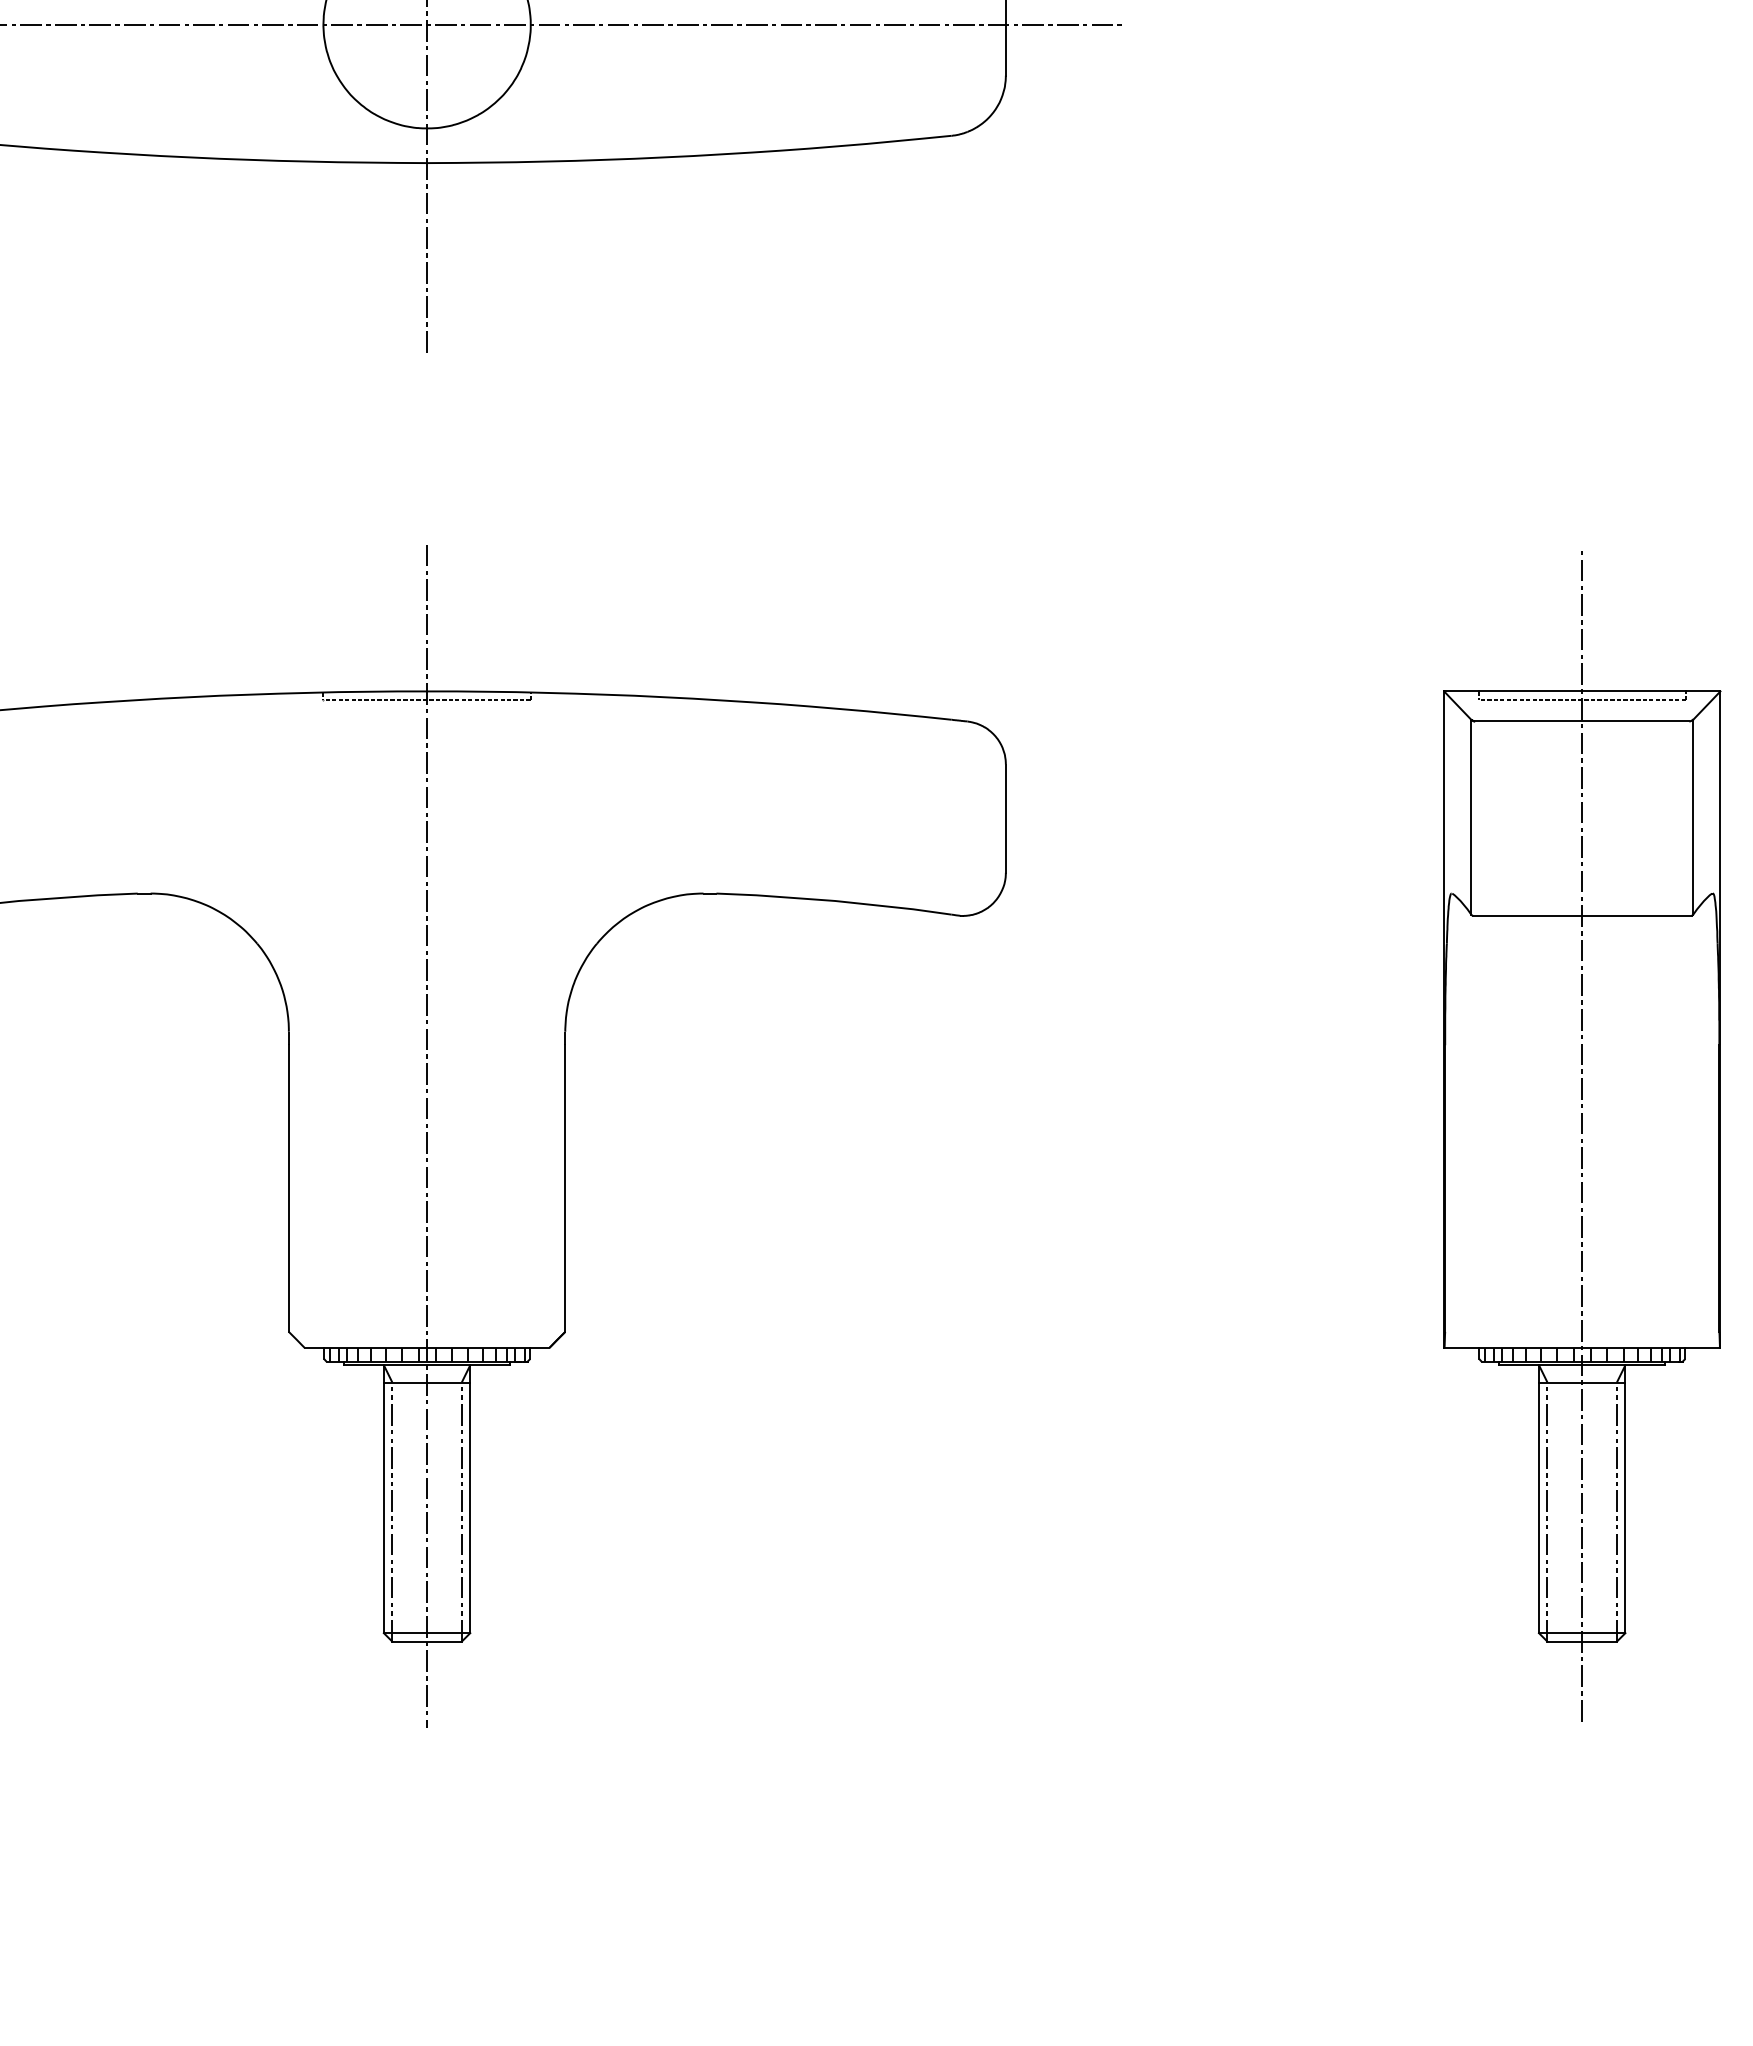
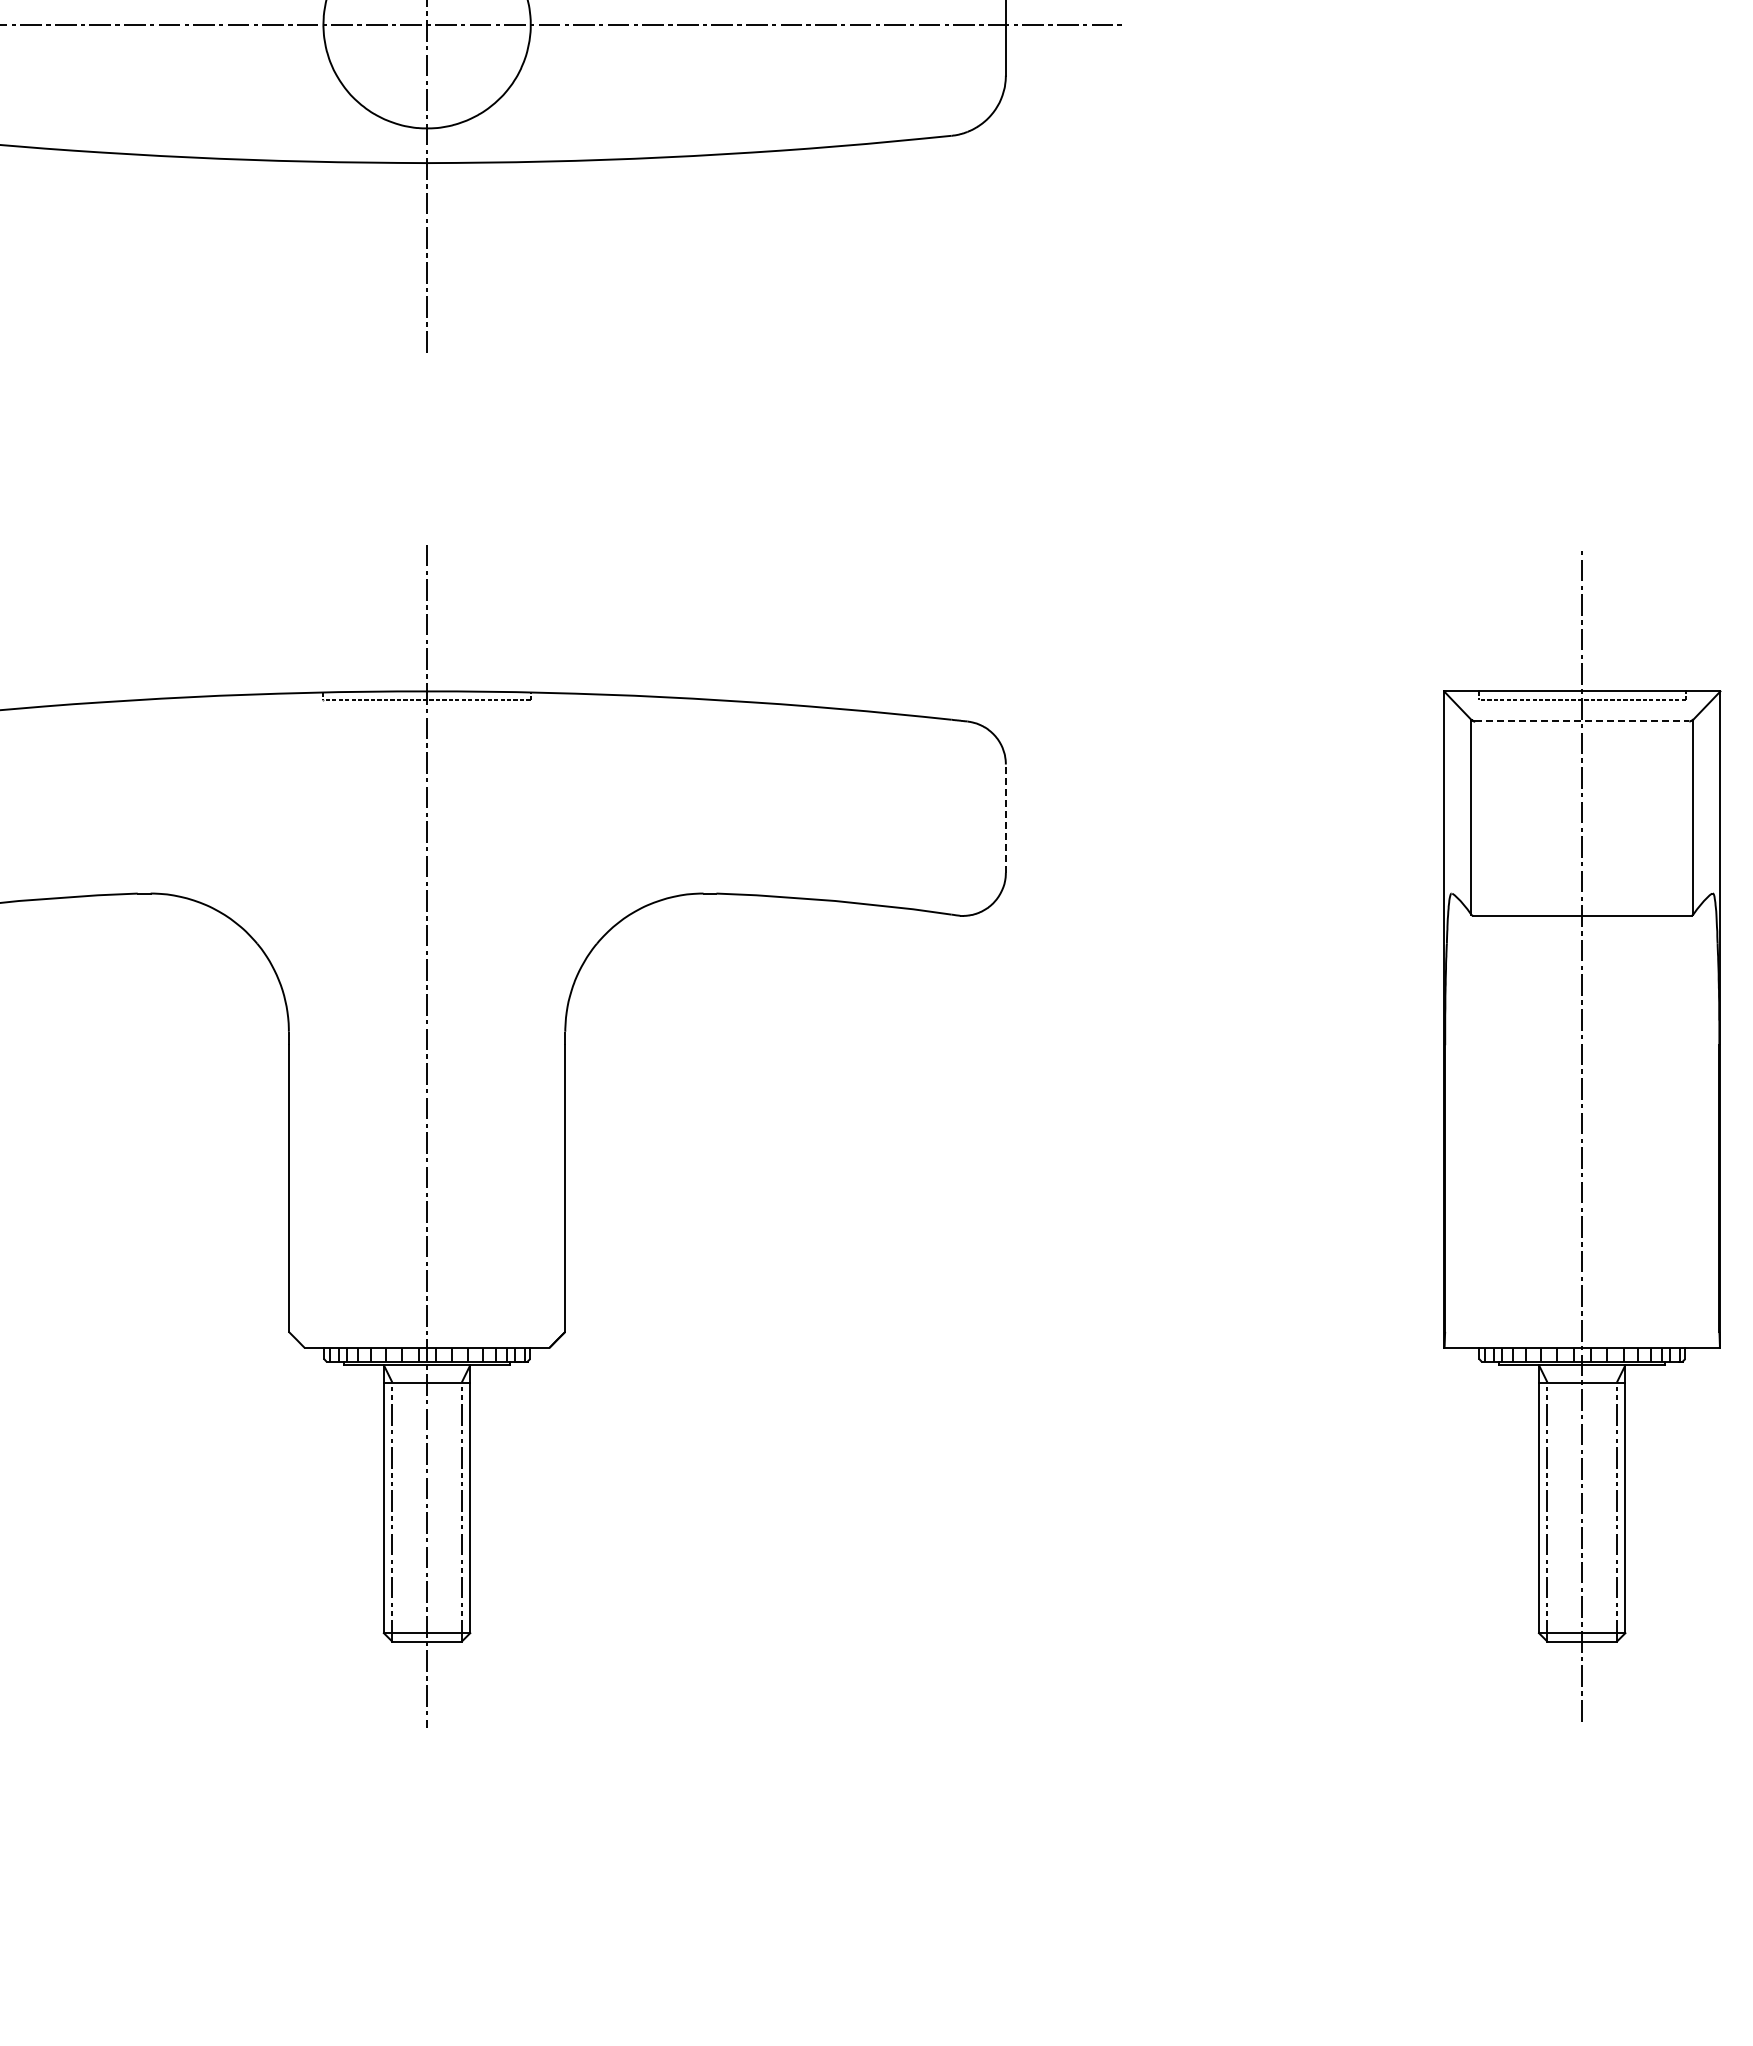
line at (1582, 721): solid -> dashed
line at (1005, 818): solid -> dashed
